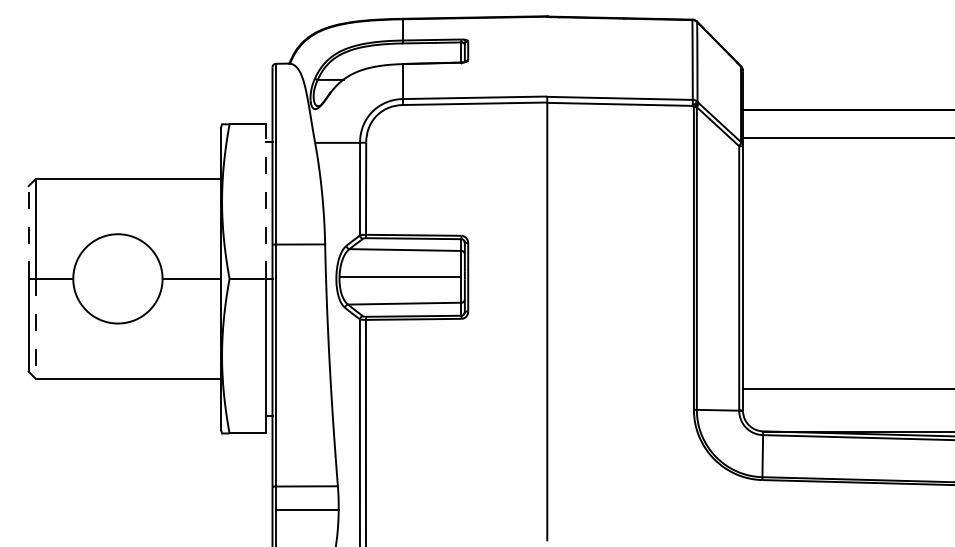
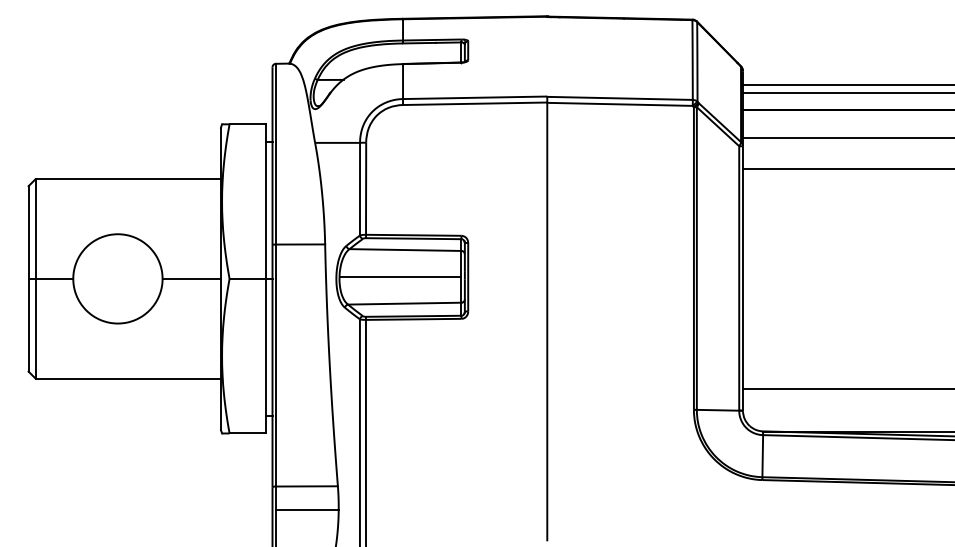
line at (846, 85): none -> present
line at (846, 93): none -> present
line at (846, 169): none -> present
line at (265, 201): dashed -> solid
line at (28, 232): dashed -> solid
line at (35, 328): dashed -> solid
